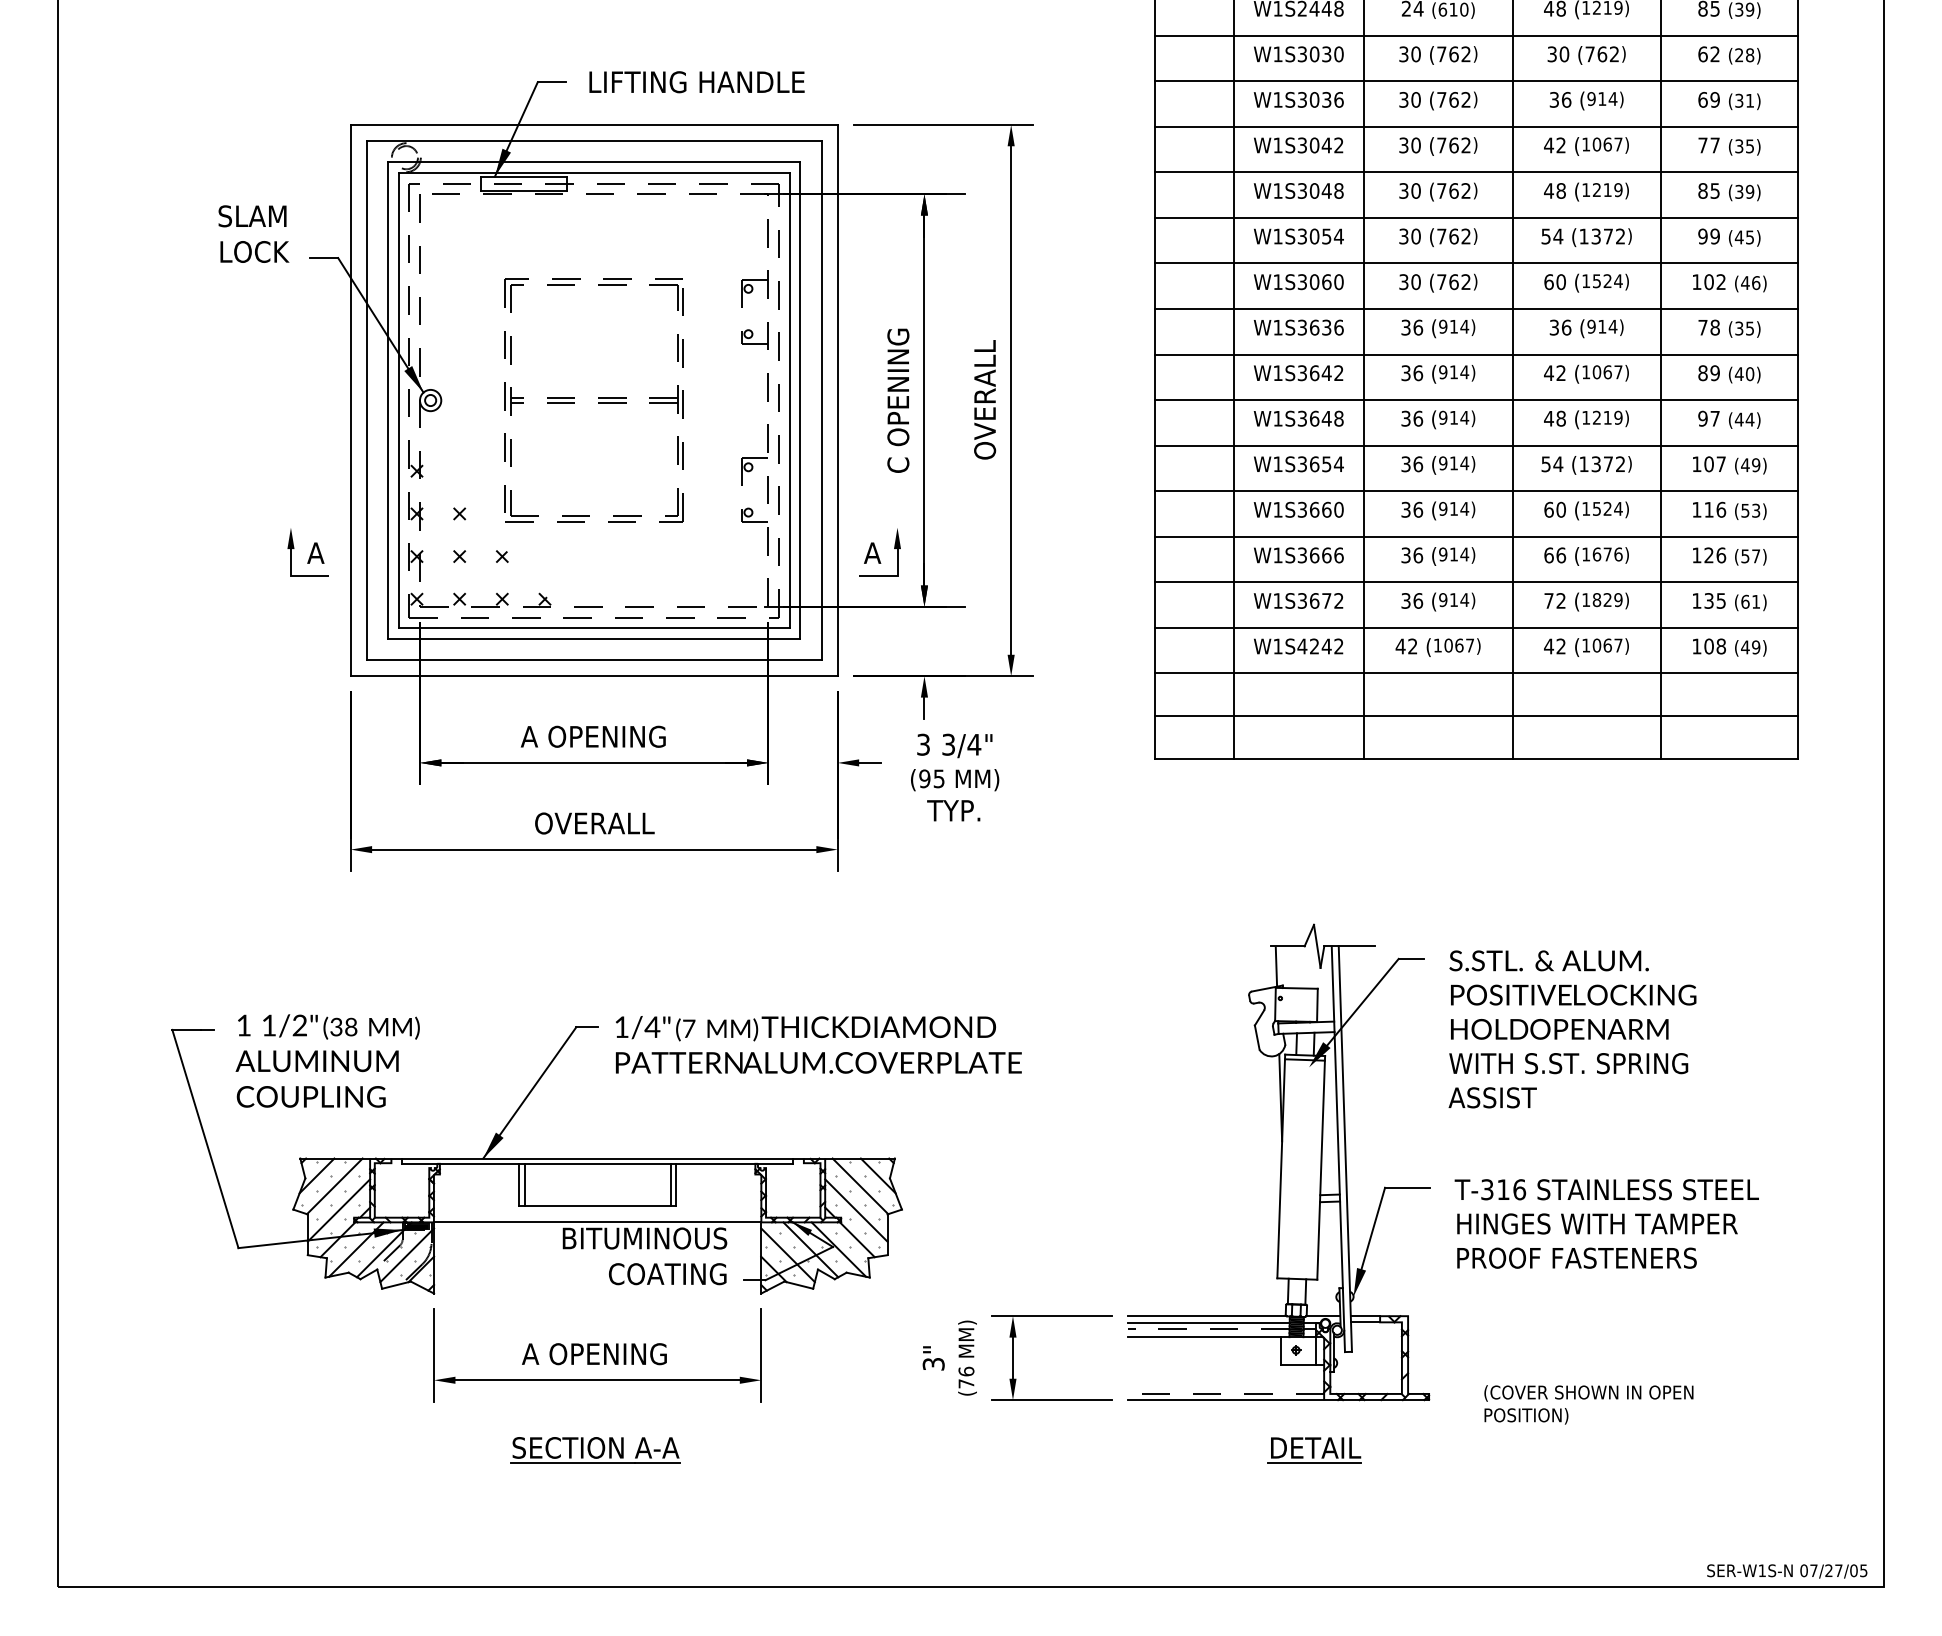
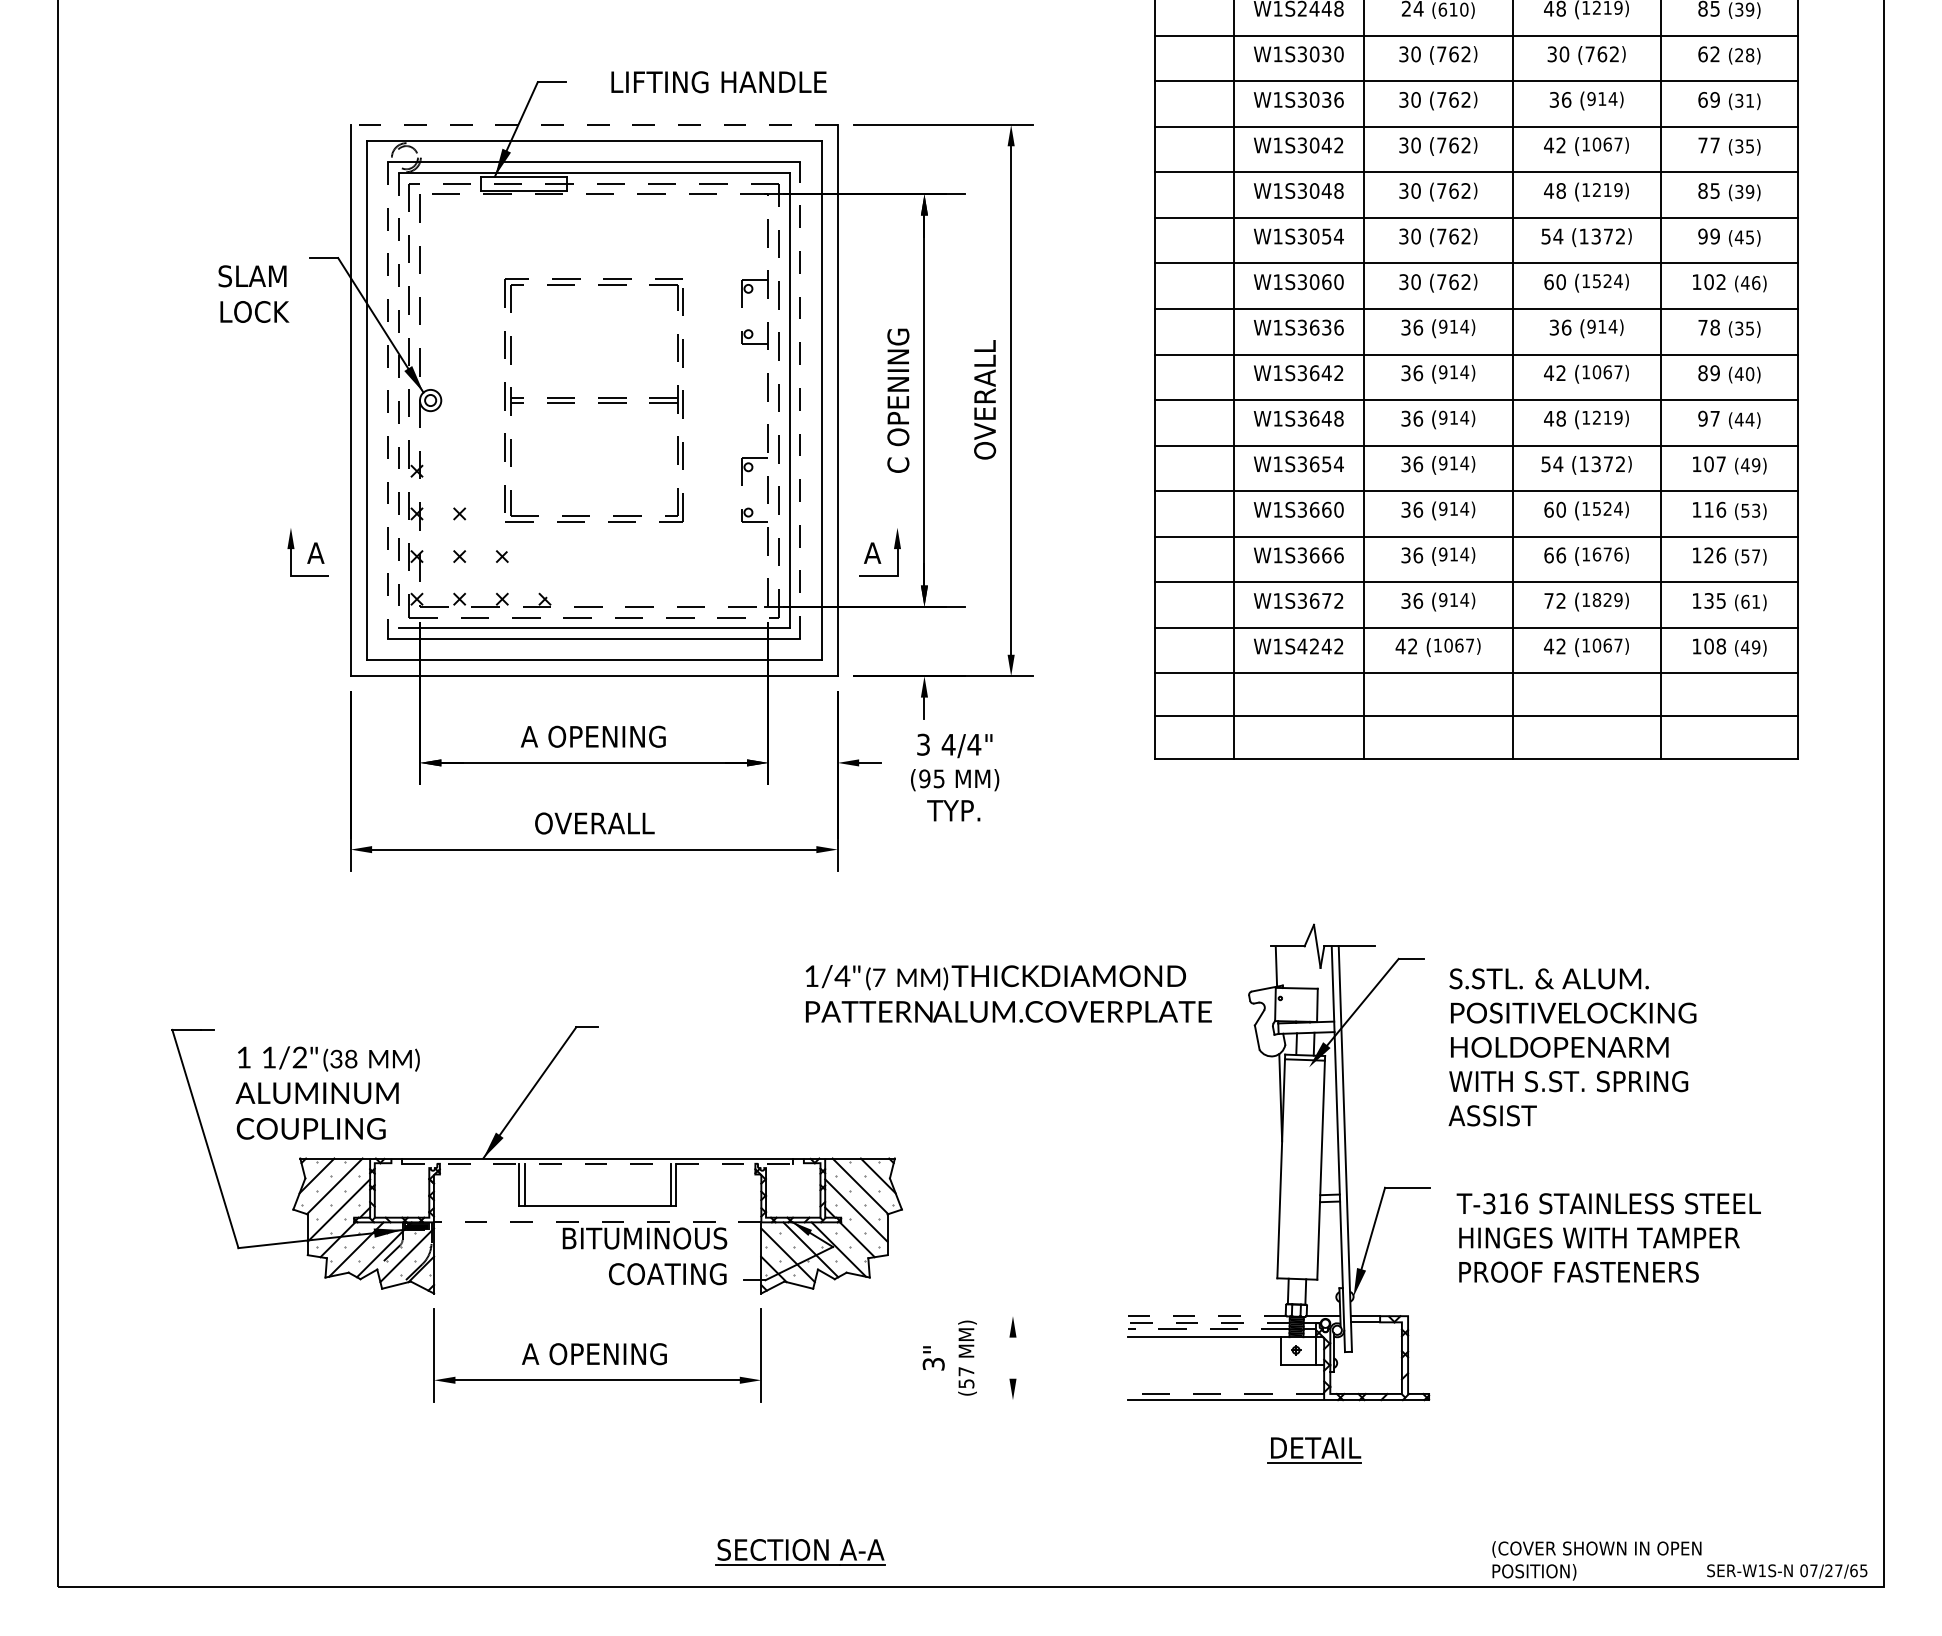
text at (696, 82) position: (696, 82) -> (718, 82)
line at (594, 124): solid -> dashed
text at (253, 233) position: (253, 233) -> (253, 293)
line at (398, 400): solid -> dashed
line at (800, 400): solid -> dashed
line at (388, 401): solid -> dashed
text at (948, 744): 3/4" -> 4/4"
text at (1572, 1029) position: (1572, 1029) -> (1572, 1047)
text at (818, 1044) position: (818, 1044) -> (1008, 993)
text at (327, 1060) position: (327, 1060) -> (327, 1092)
line at (597, 1163): solid -> dashed
line at (597, 1222): solid -> dashed
text at (1606, 1223) position: (1606, 1223) -> (1608, 1237)
line at (1051, 1316): present -> none
line at (1206, 1316): solid -> dashed
line at (1208, 1323): solid -> dashed
line at (1012, 1357): present -> none
text at (966, 1377): (76 -> (57
line at (1051, 1400): present -> none
text at (1588, 1404) position: (1588, 1404) -> (1596, 1560)
part at (595, 1450) position: (595, 1450) -> (800, 1552)
text at (1853, 1570): 07/27/05 -> 07/27/65
